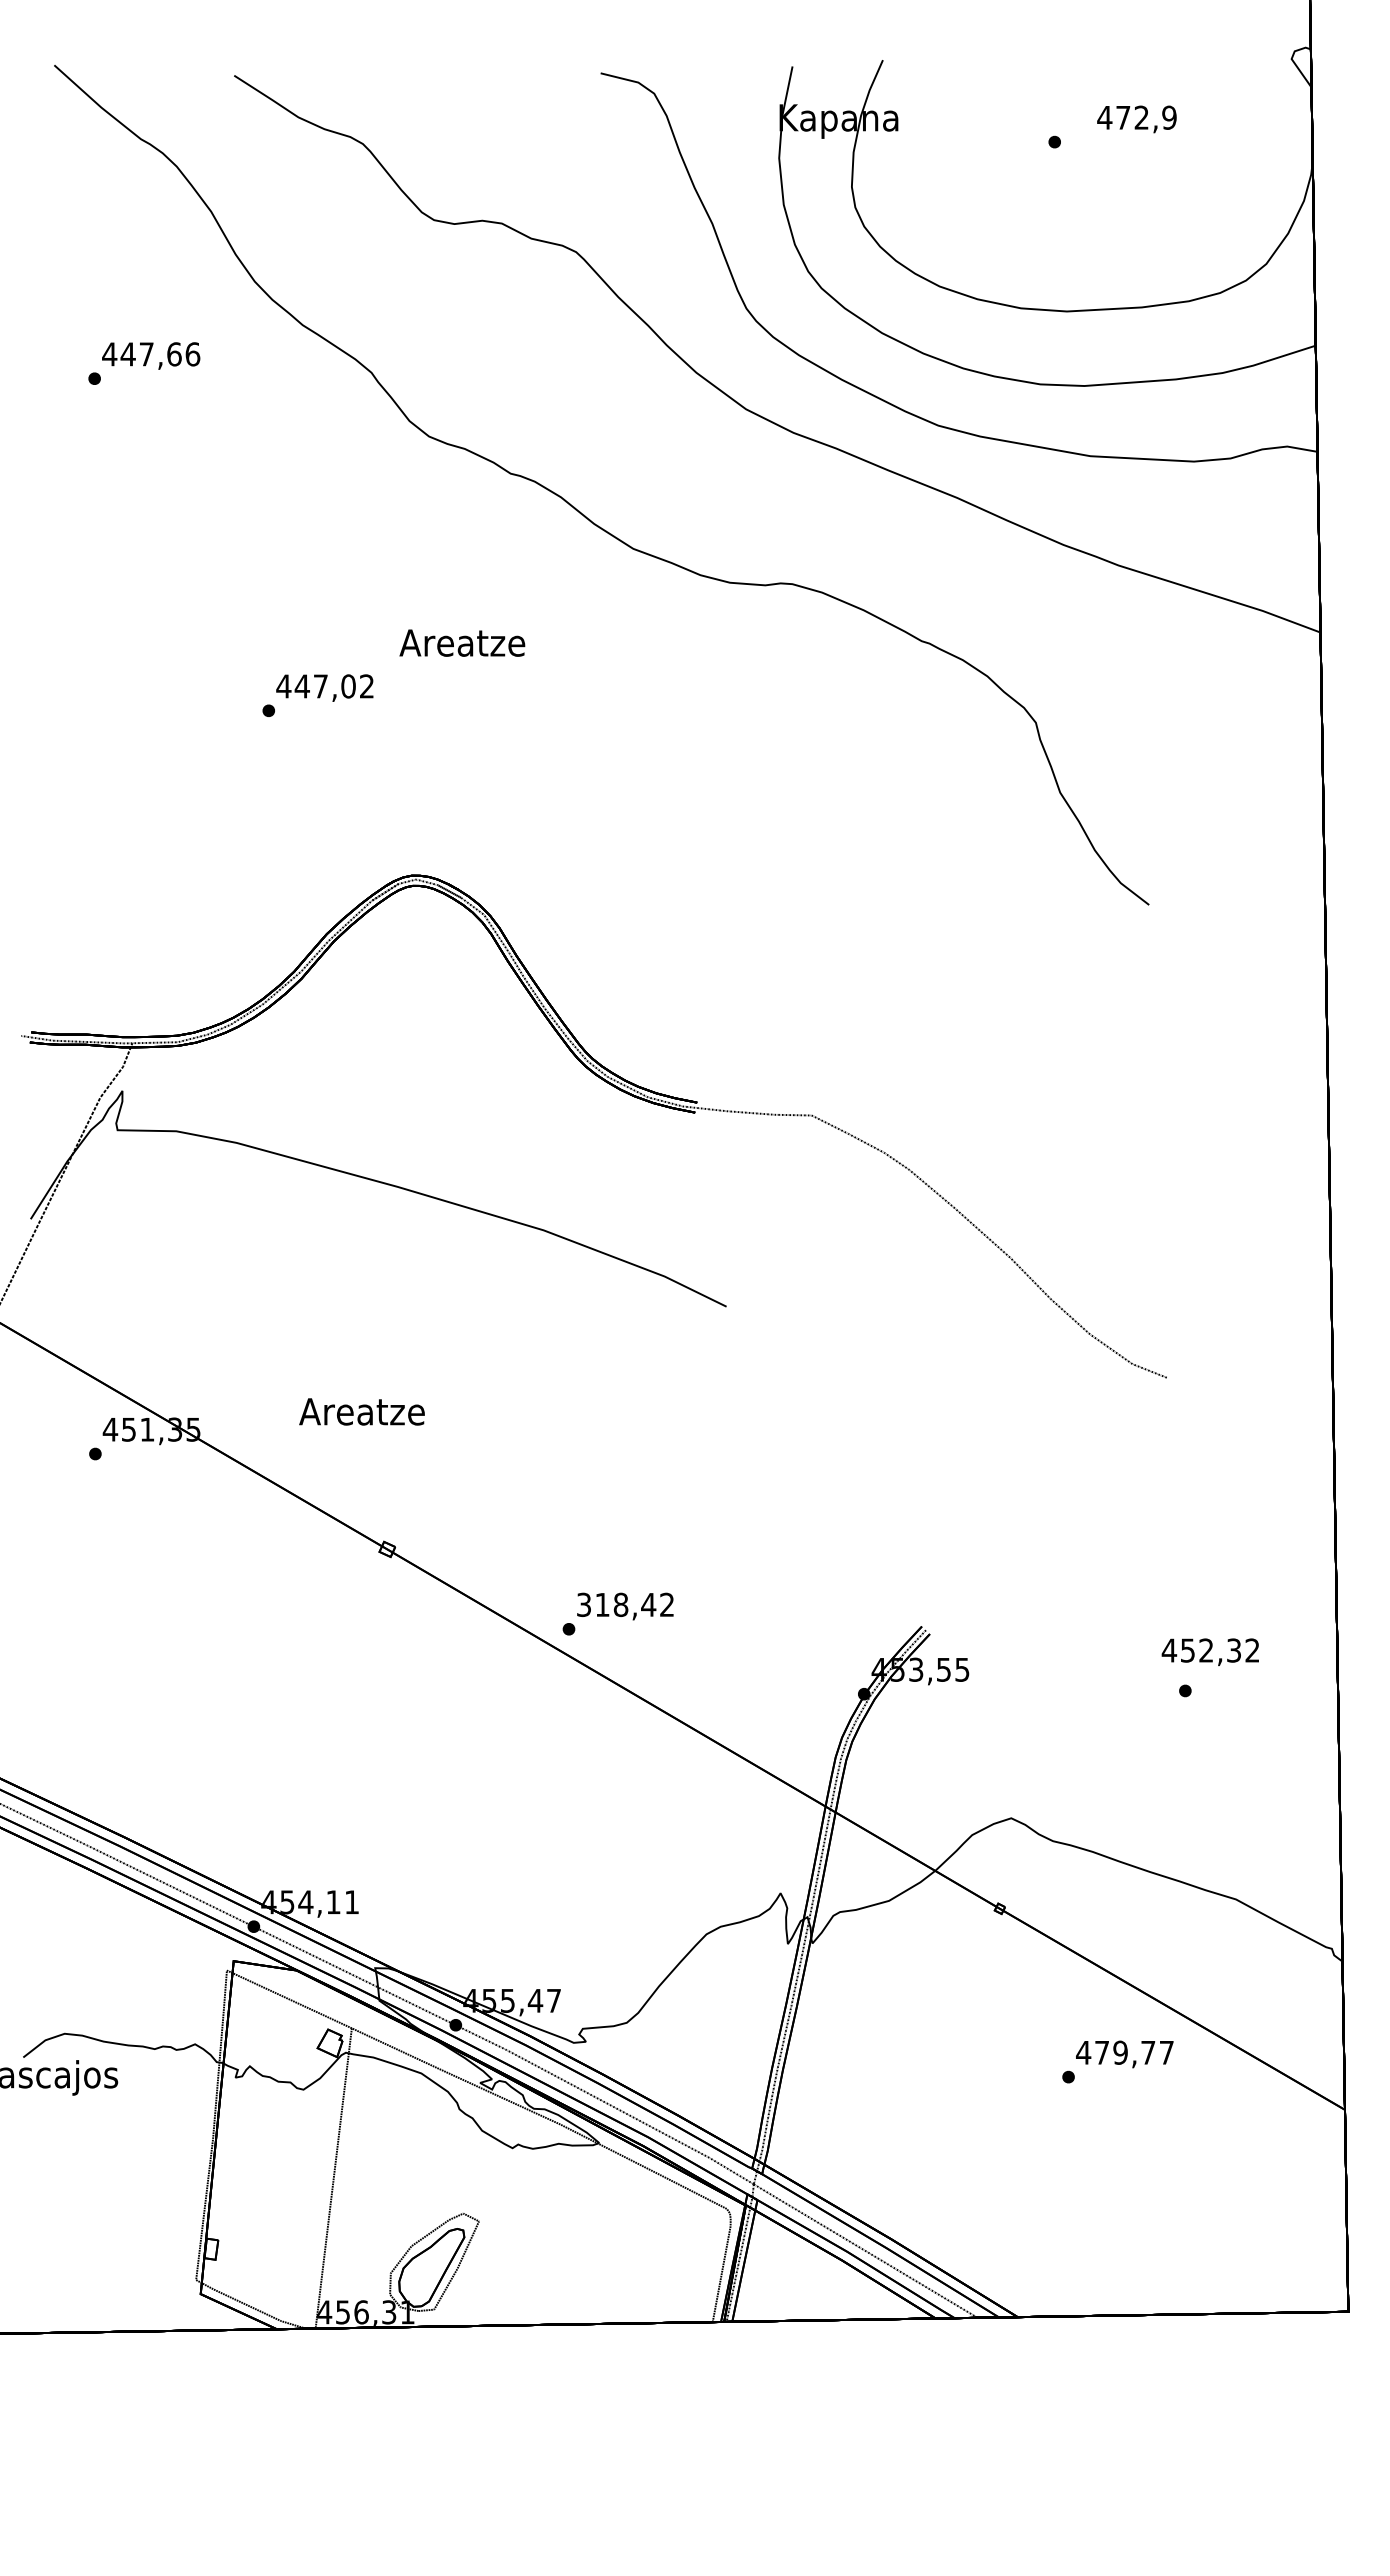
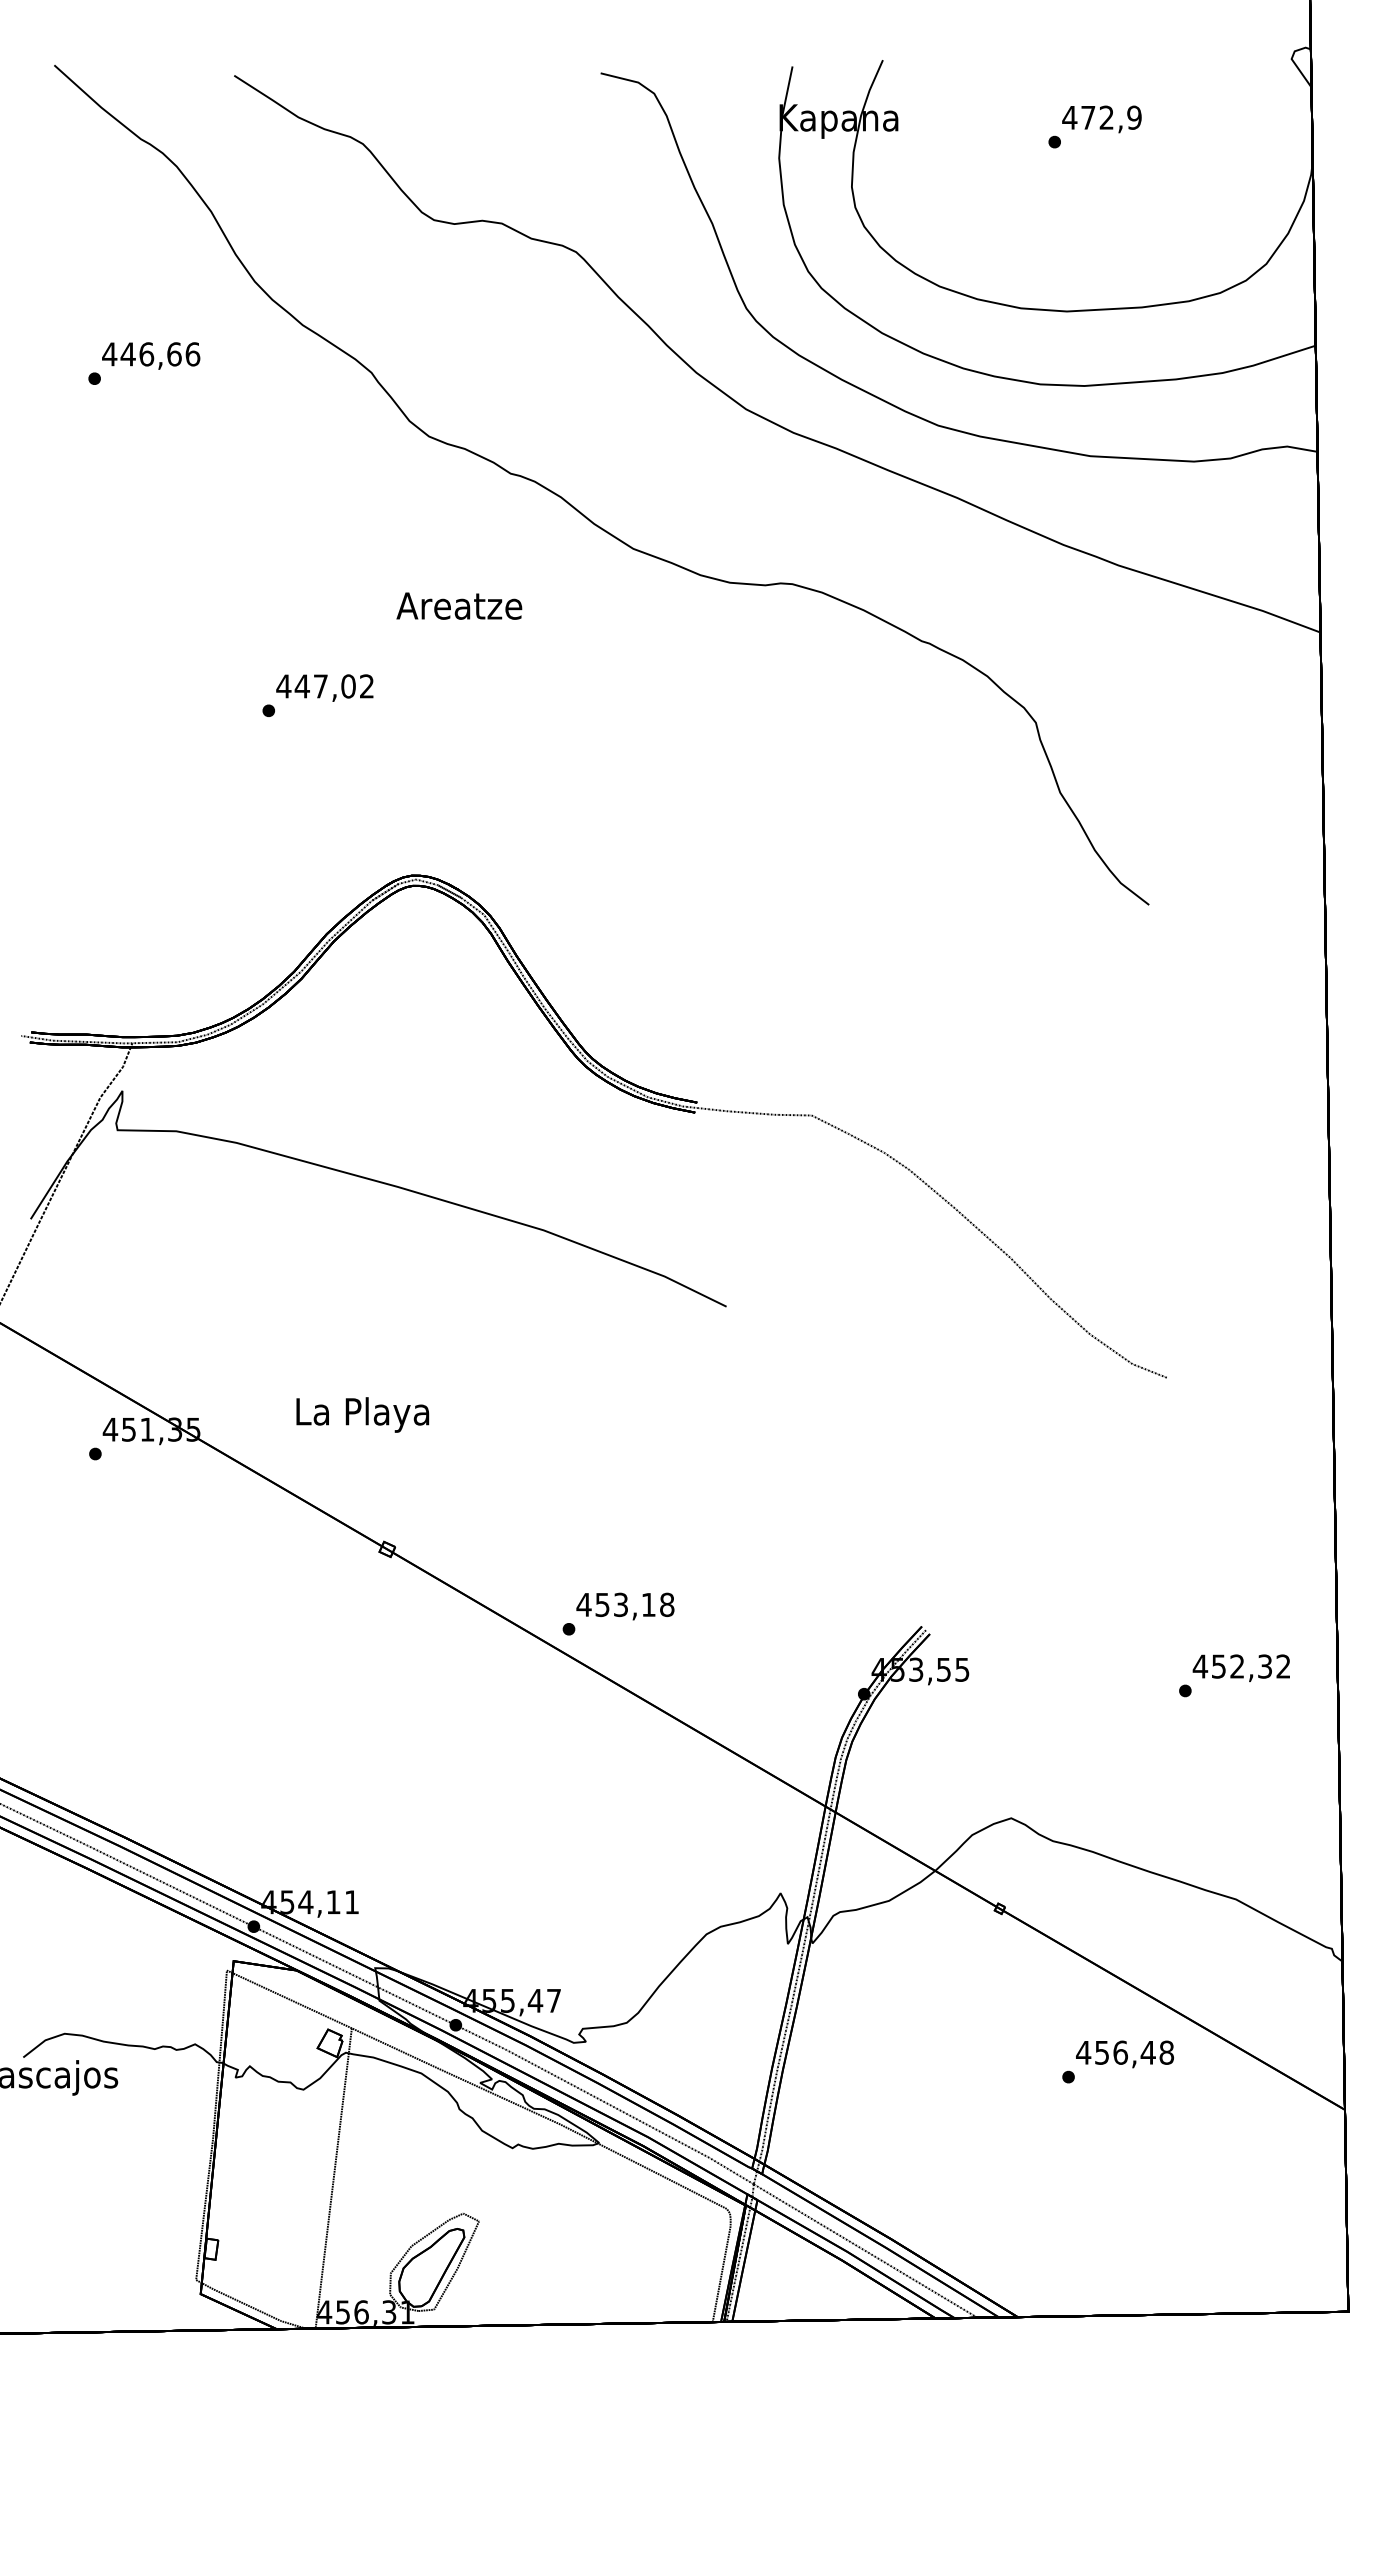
text at (1136, 119) position: (1136, 119) -> (1101, 119)
text at (146, 354): 447,66 -> 446,66
text at (462, 642) position: (462, 642) -> (459, 605)
text at (362, 1414): Areatze -> La Playa
text at (625, 1604): 318,42 -> 453,18
text at (1209, 1651) position: (1209, 1651) -> (1240, 1667)
text at (1134, 2052): 479,77 -> 456,48
